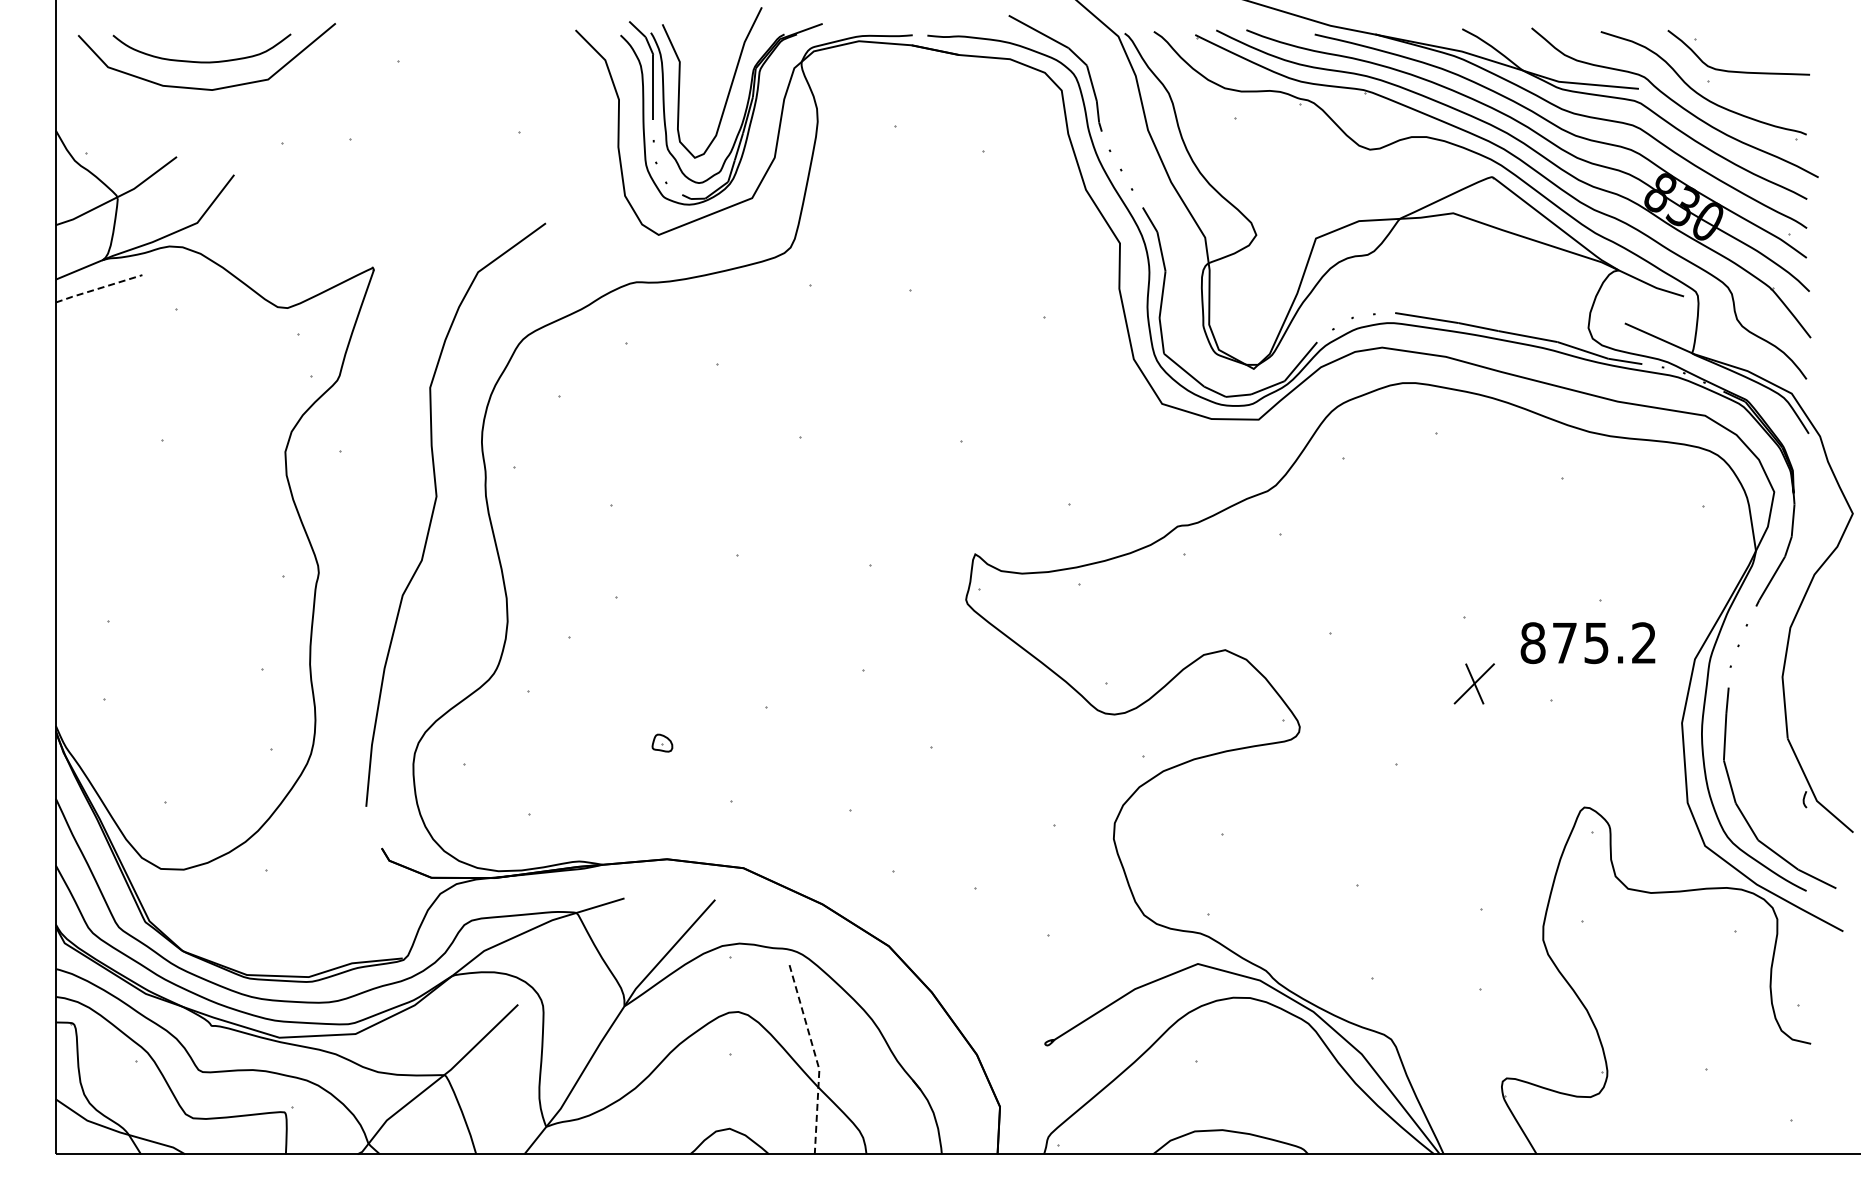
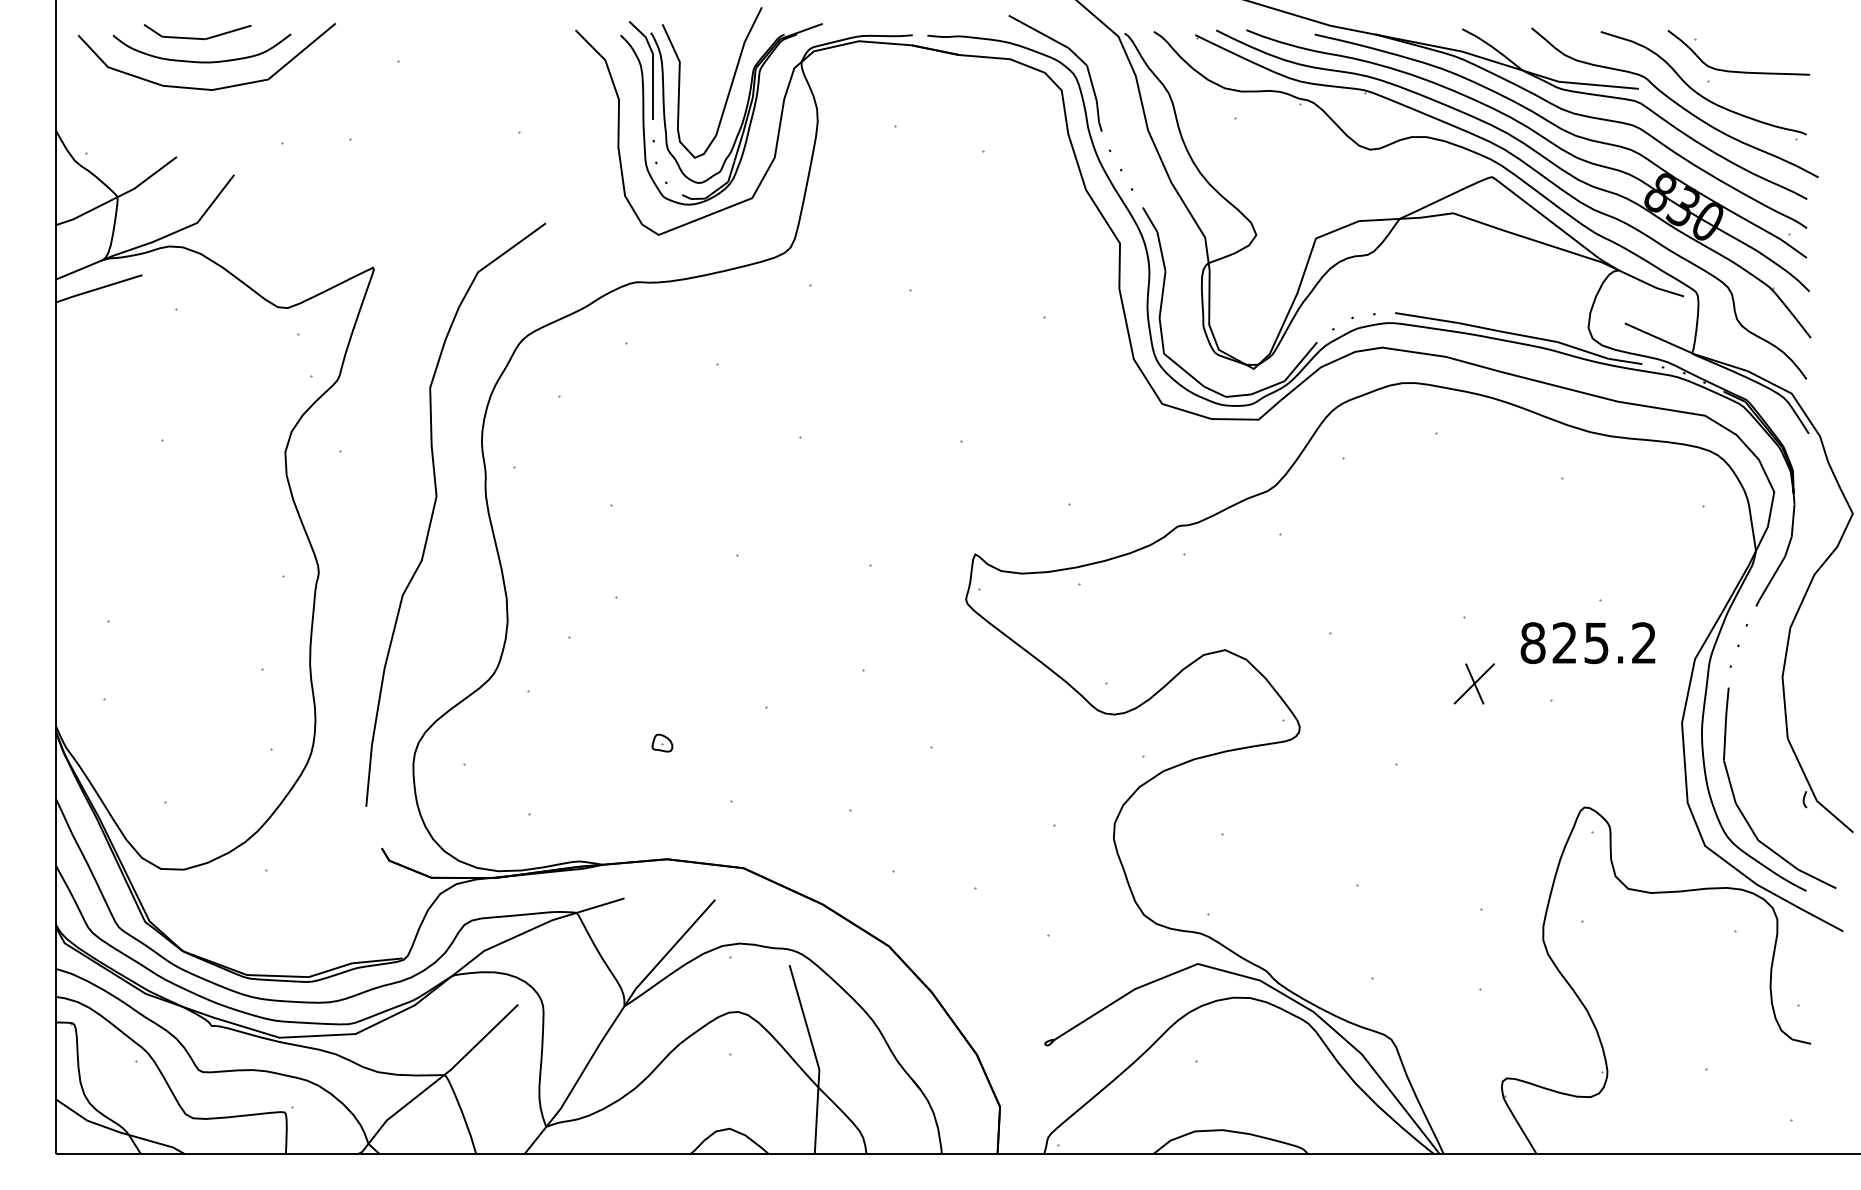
line at (197, 37): none -> present
line at (98, 288): dashed -> solid
text at (1564, 642): 875.2 -> 825.2
line at (816, 1059): dashed -> solid
